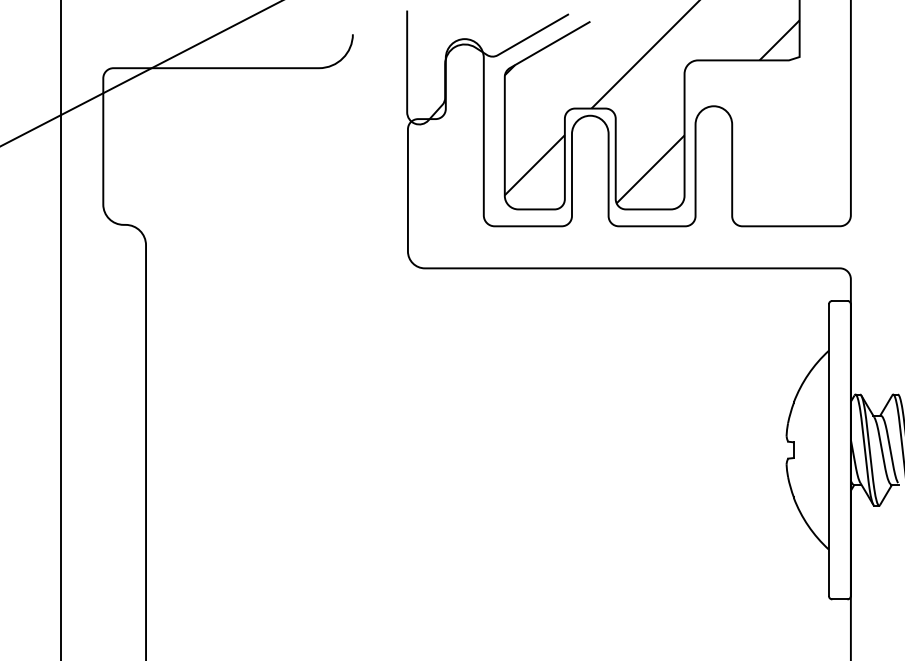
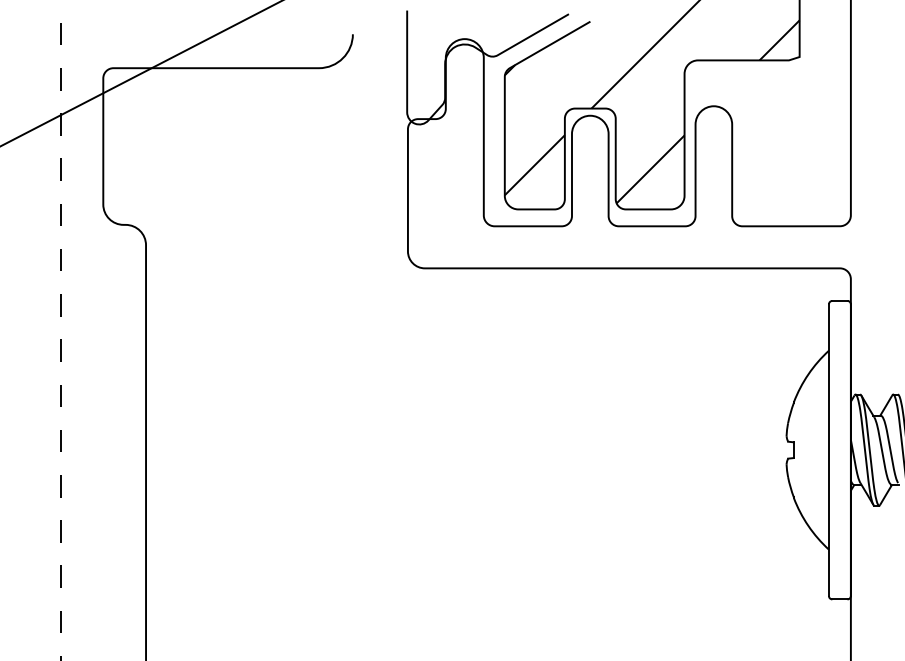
line at (61, 330): solid -> dashed
